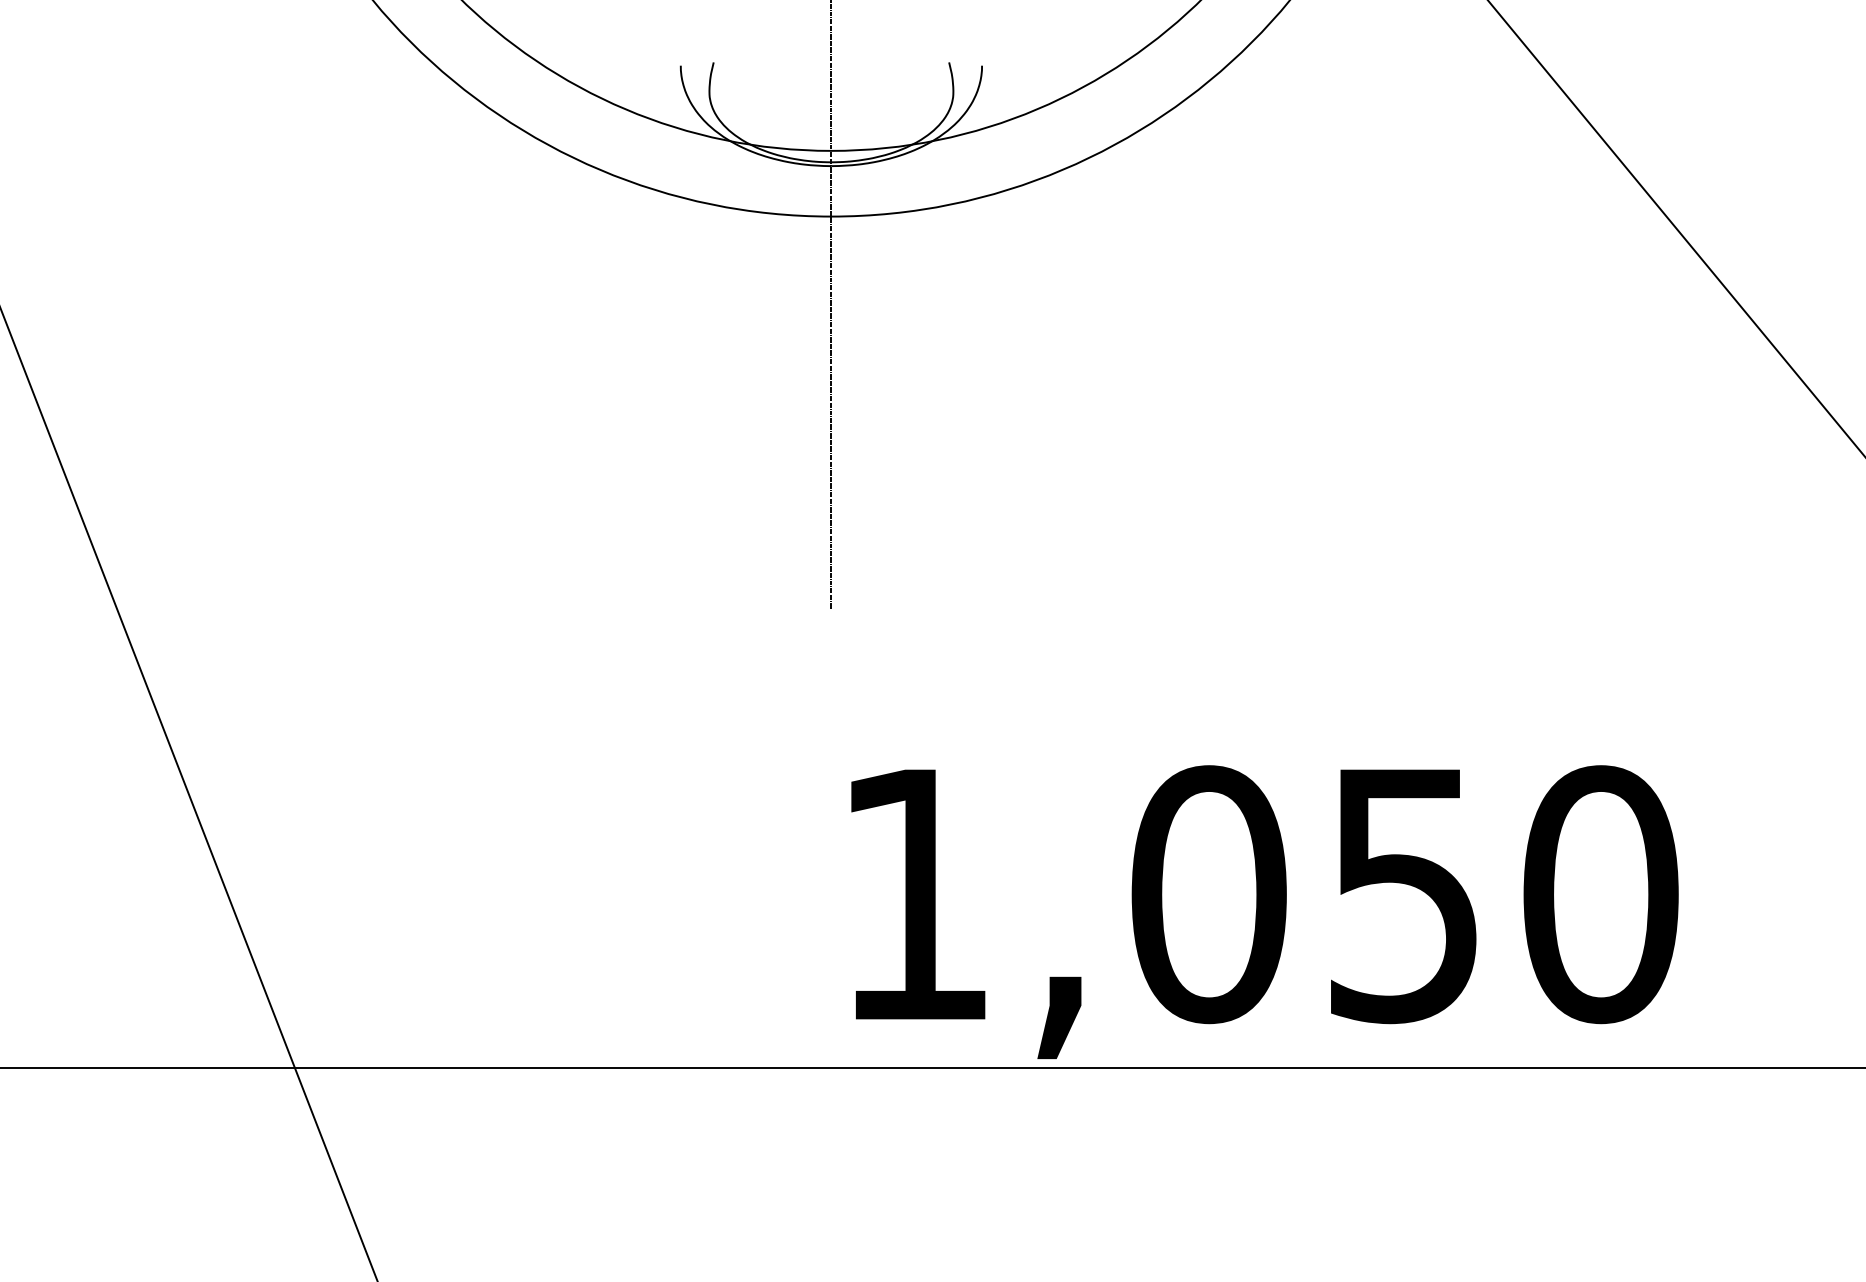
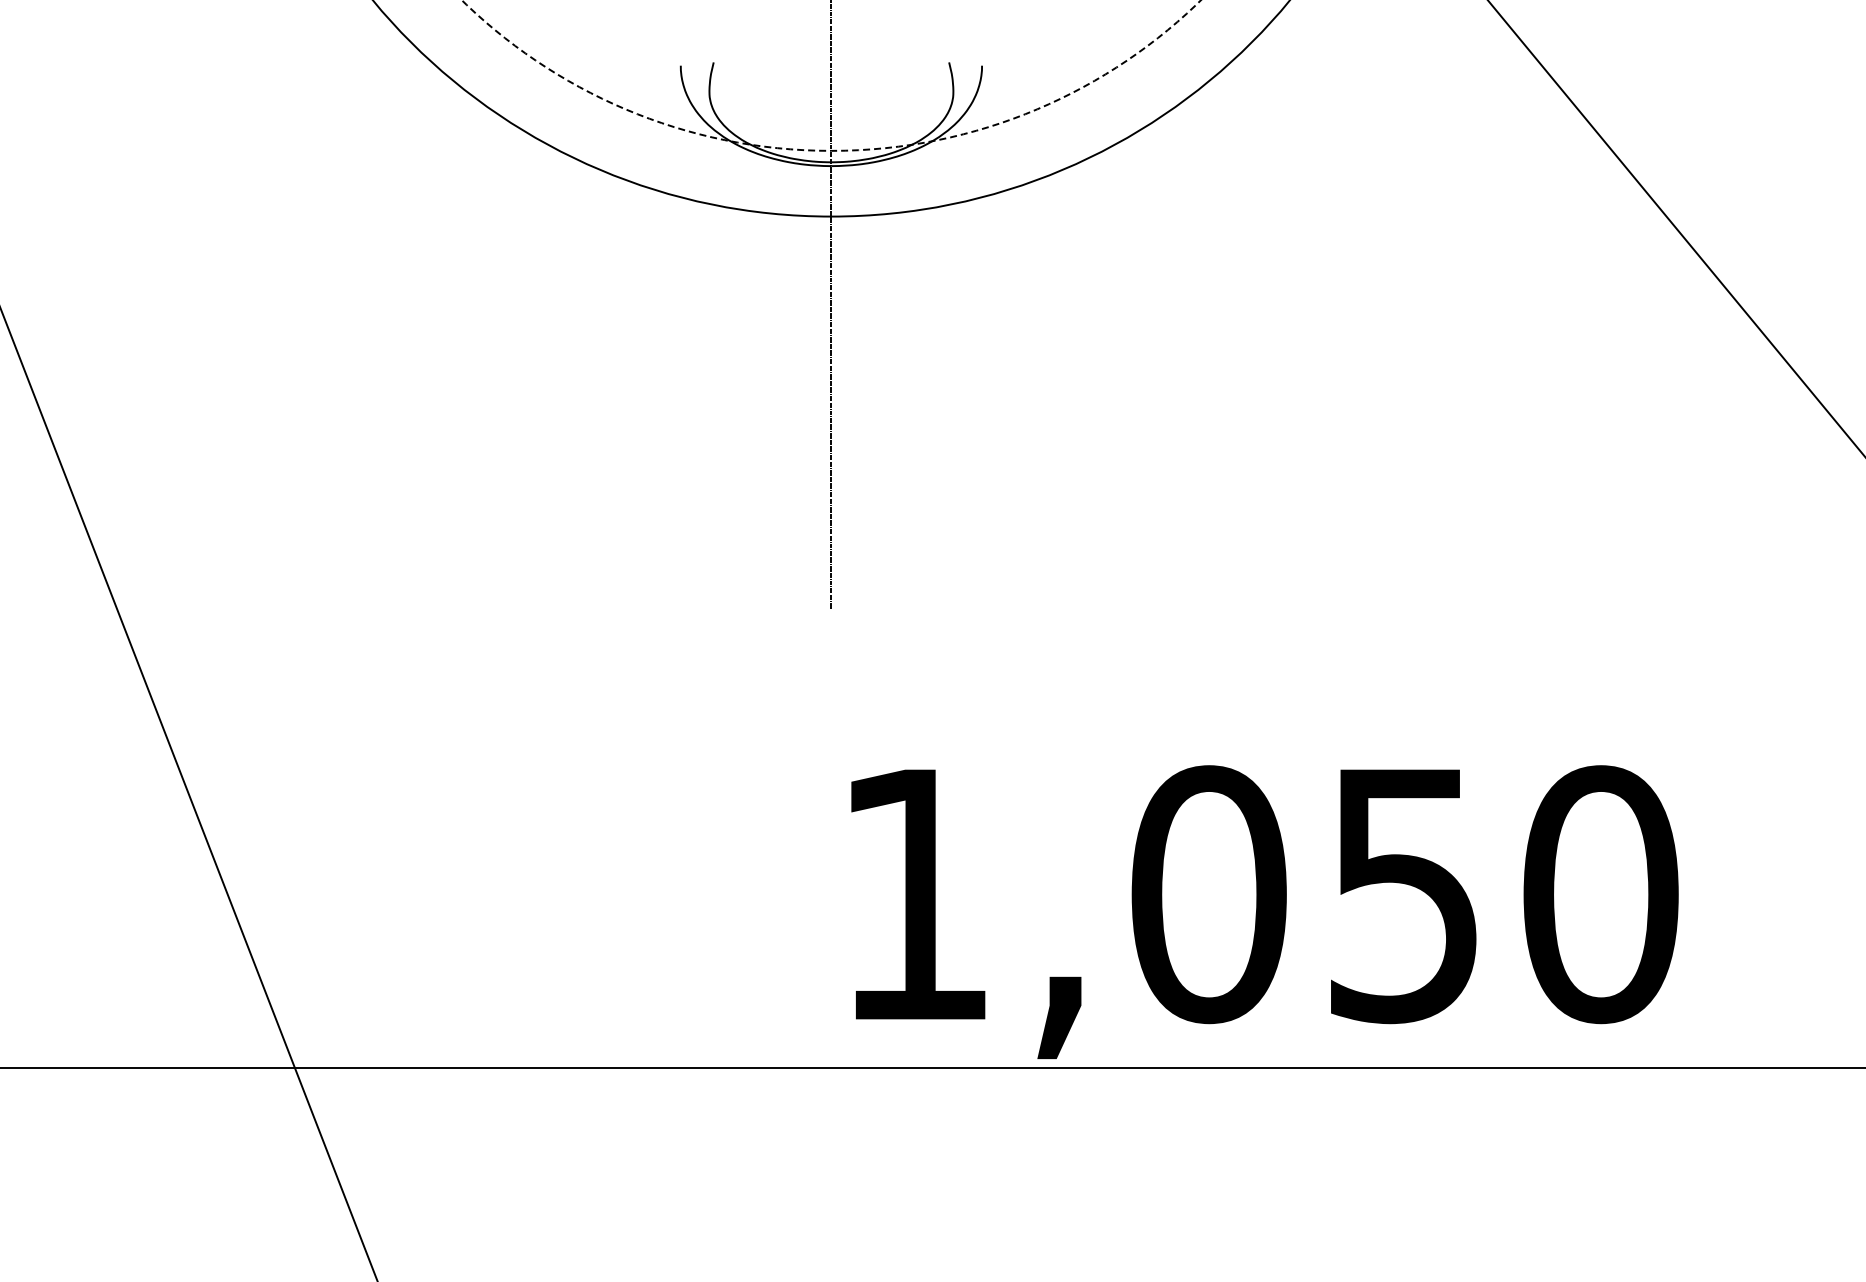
circle at (831, 75): solid -> dashed
